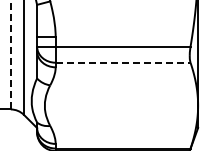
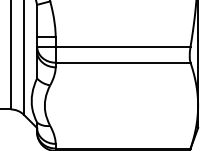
line at (10, 54): dashed -> solid
line at (123, 62): dashed -> solid
